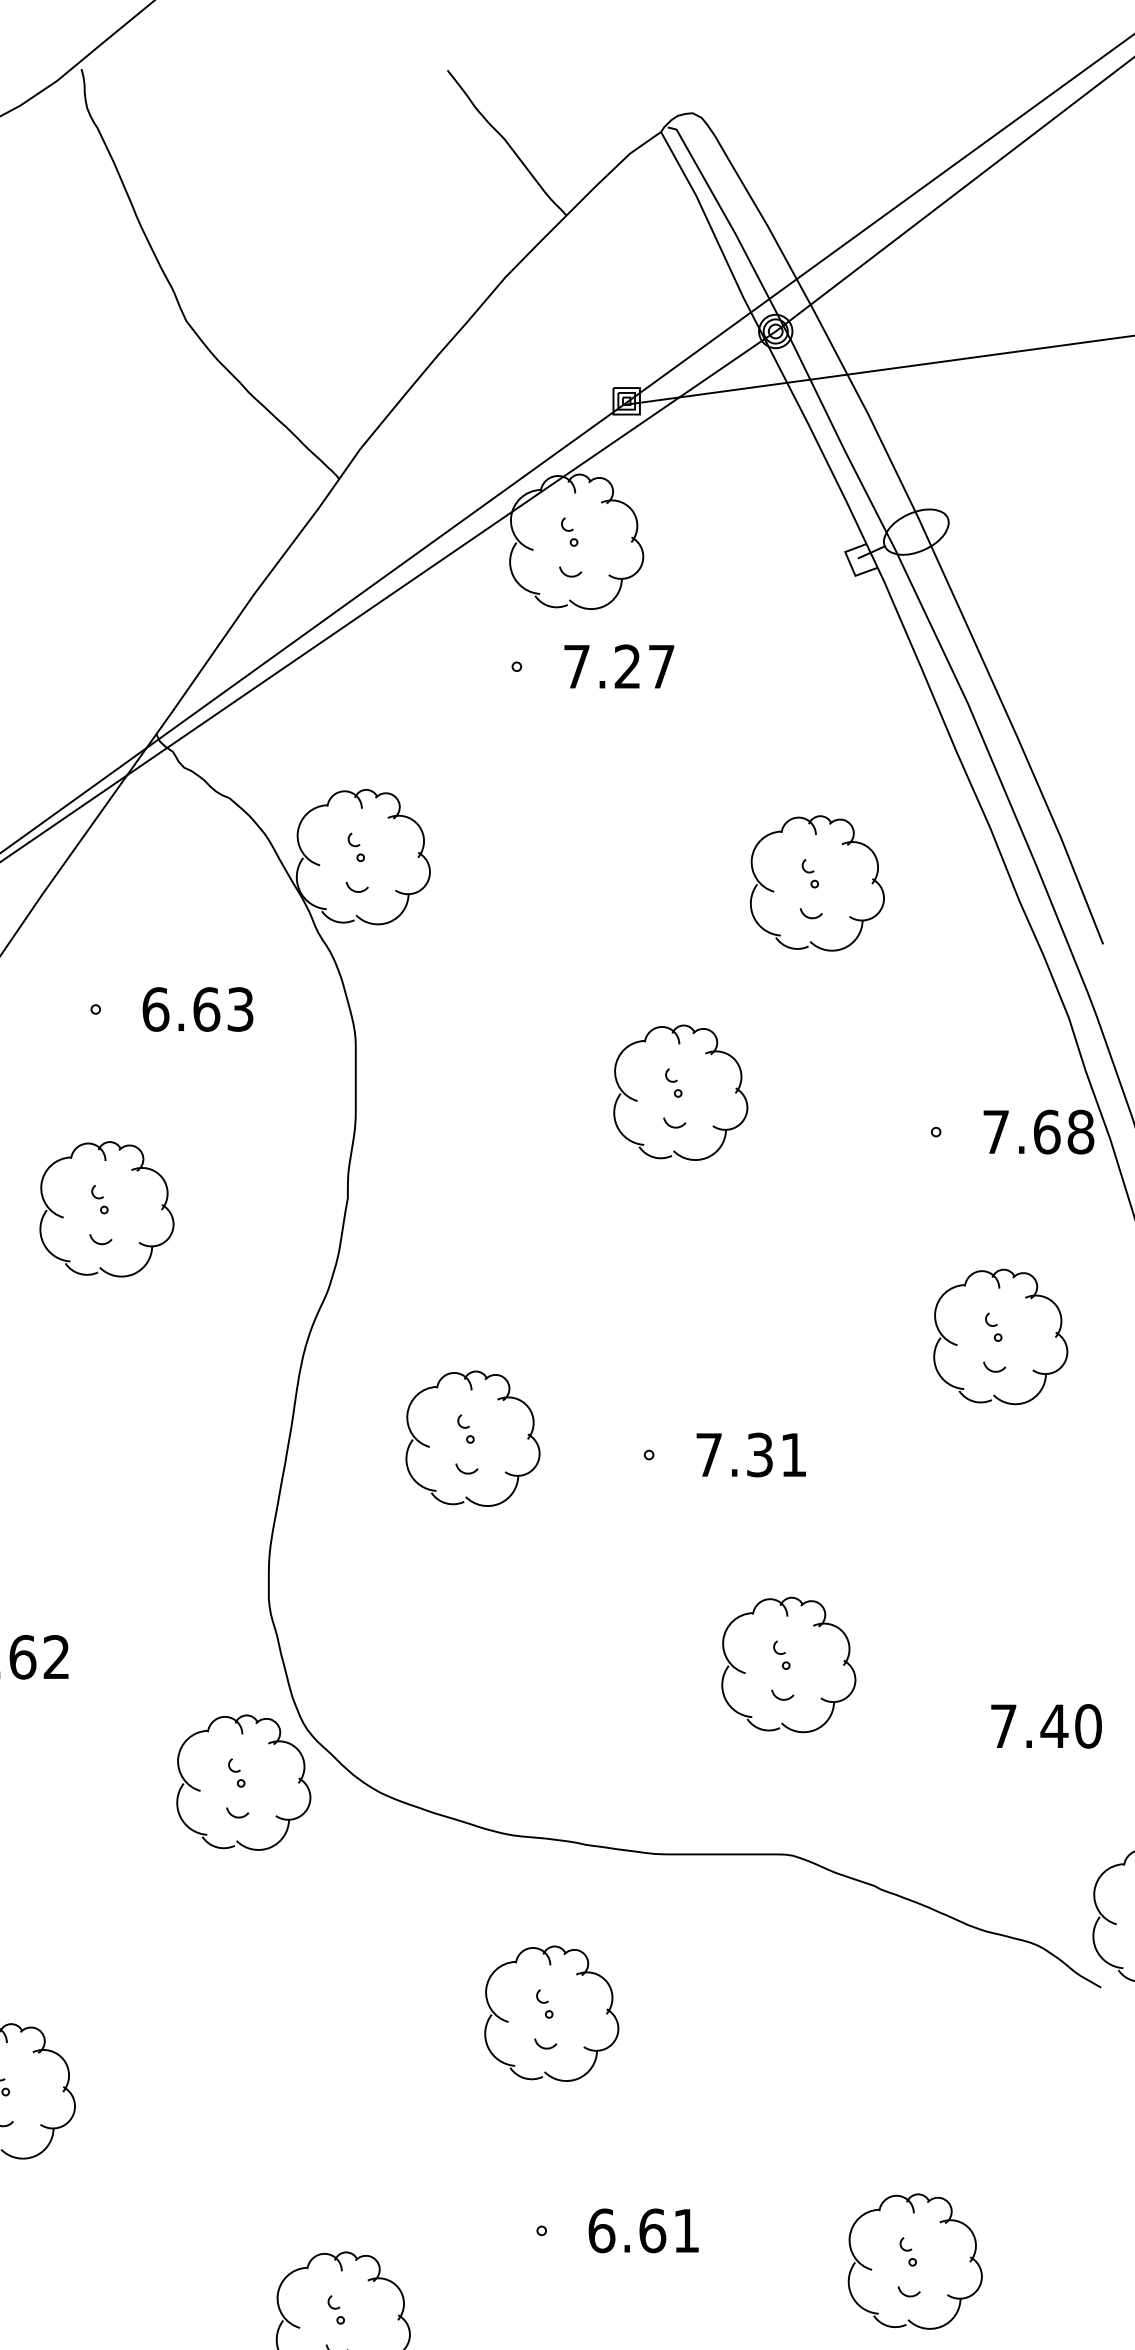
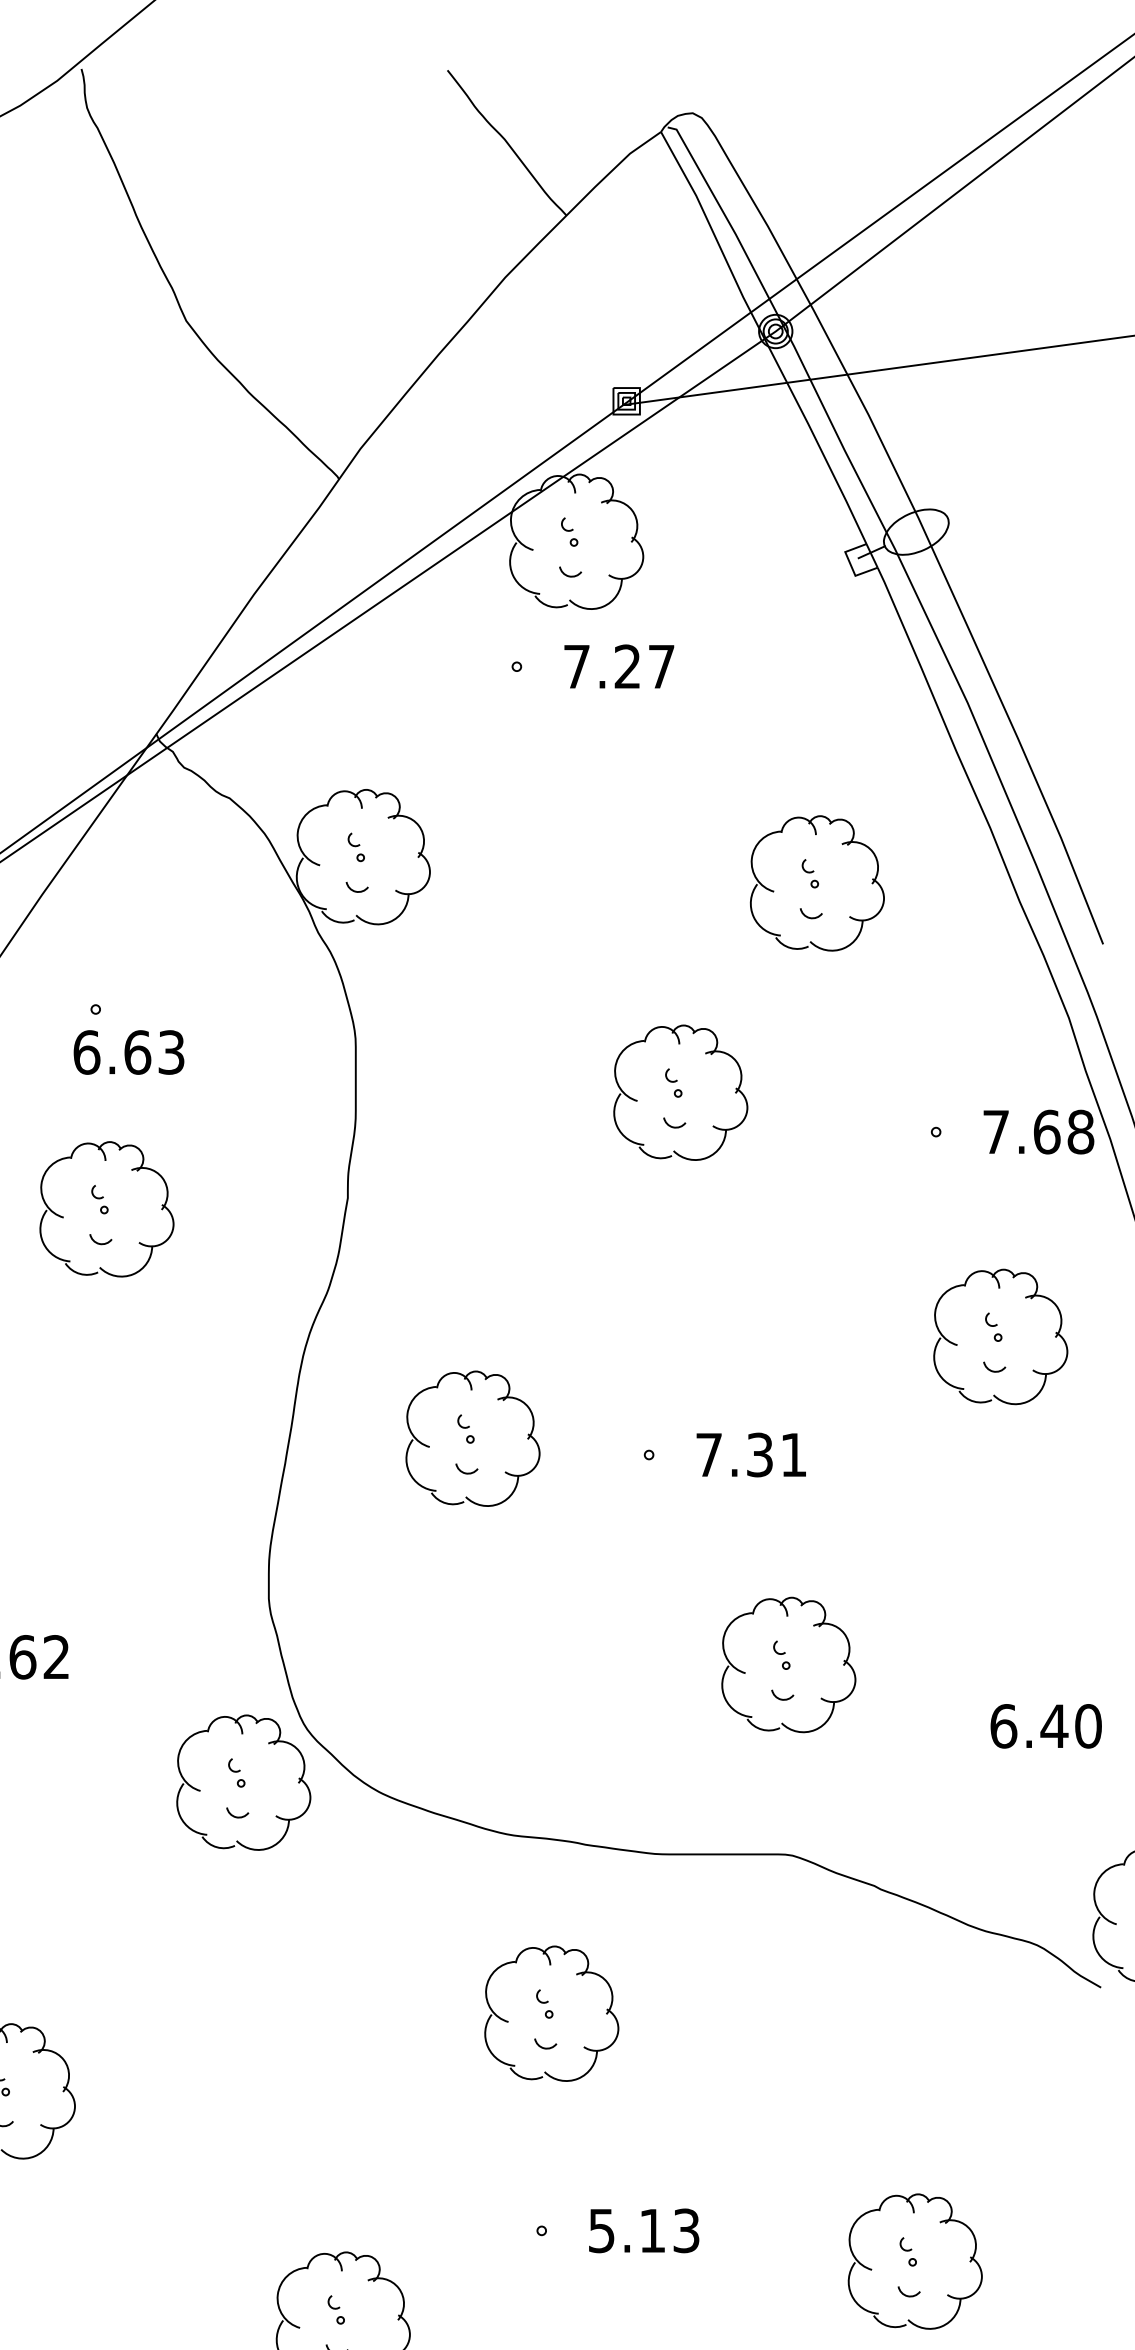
text at (197, 1009) position: (197, 1009) -> (128, 1052)
text at (1003, 1726): 7.40 -> 6.40
text at (643, 2230): 6.61 -> 5.13
